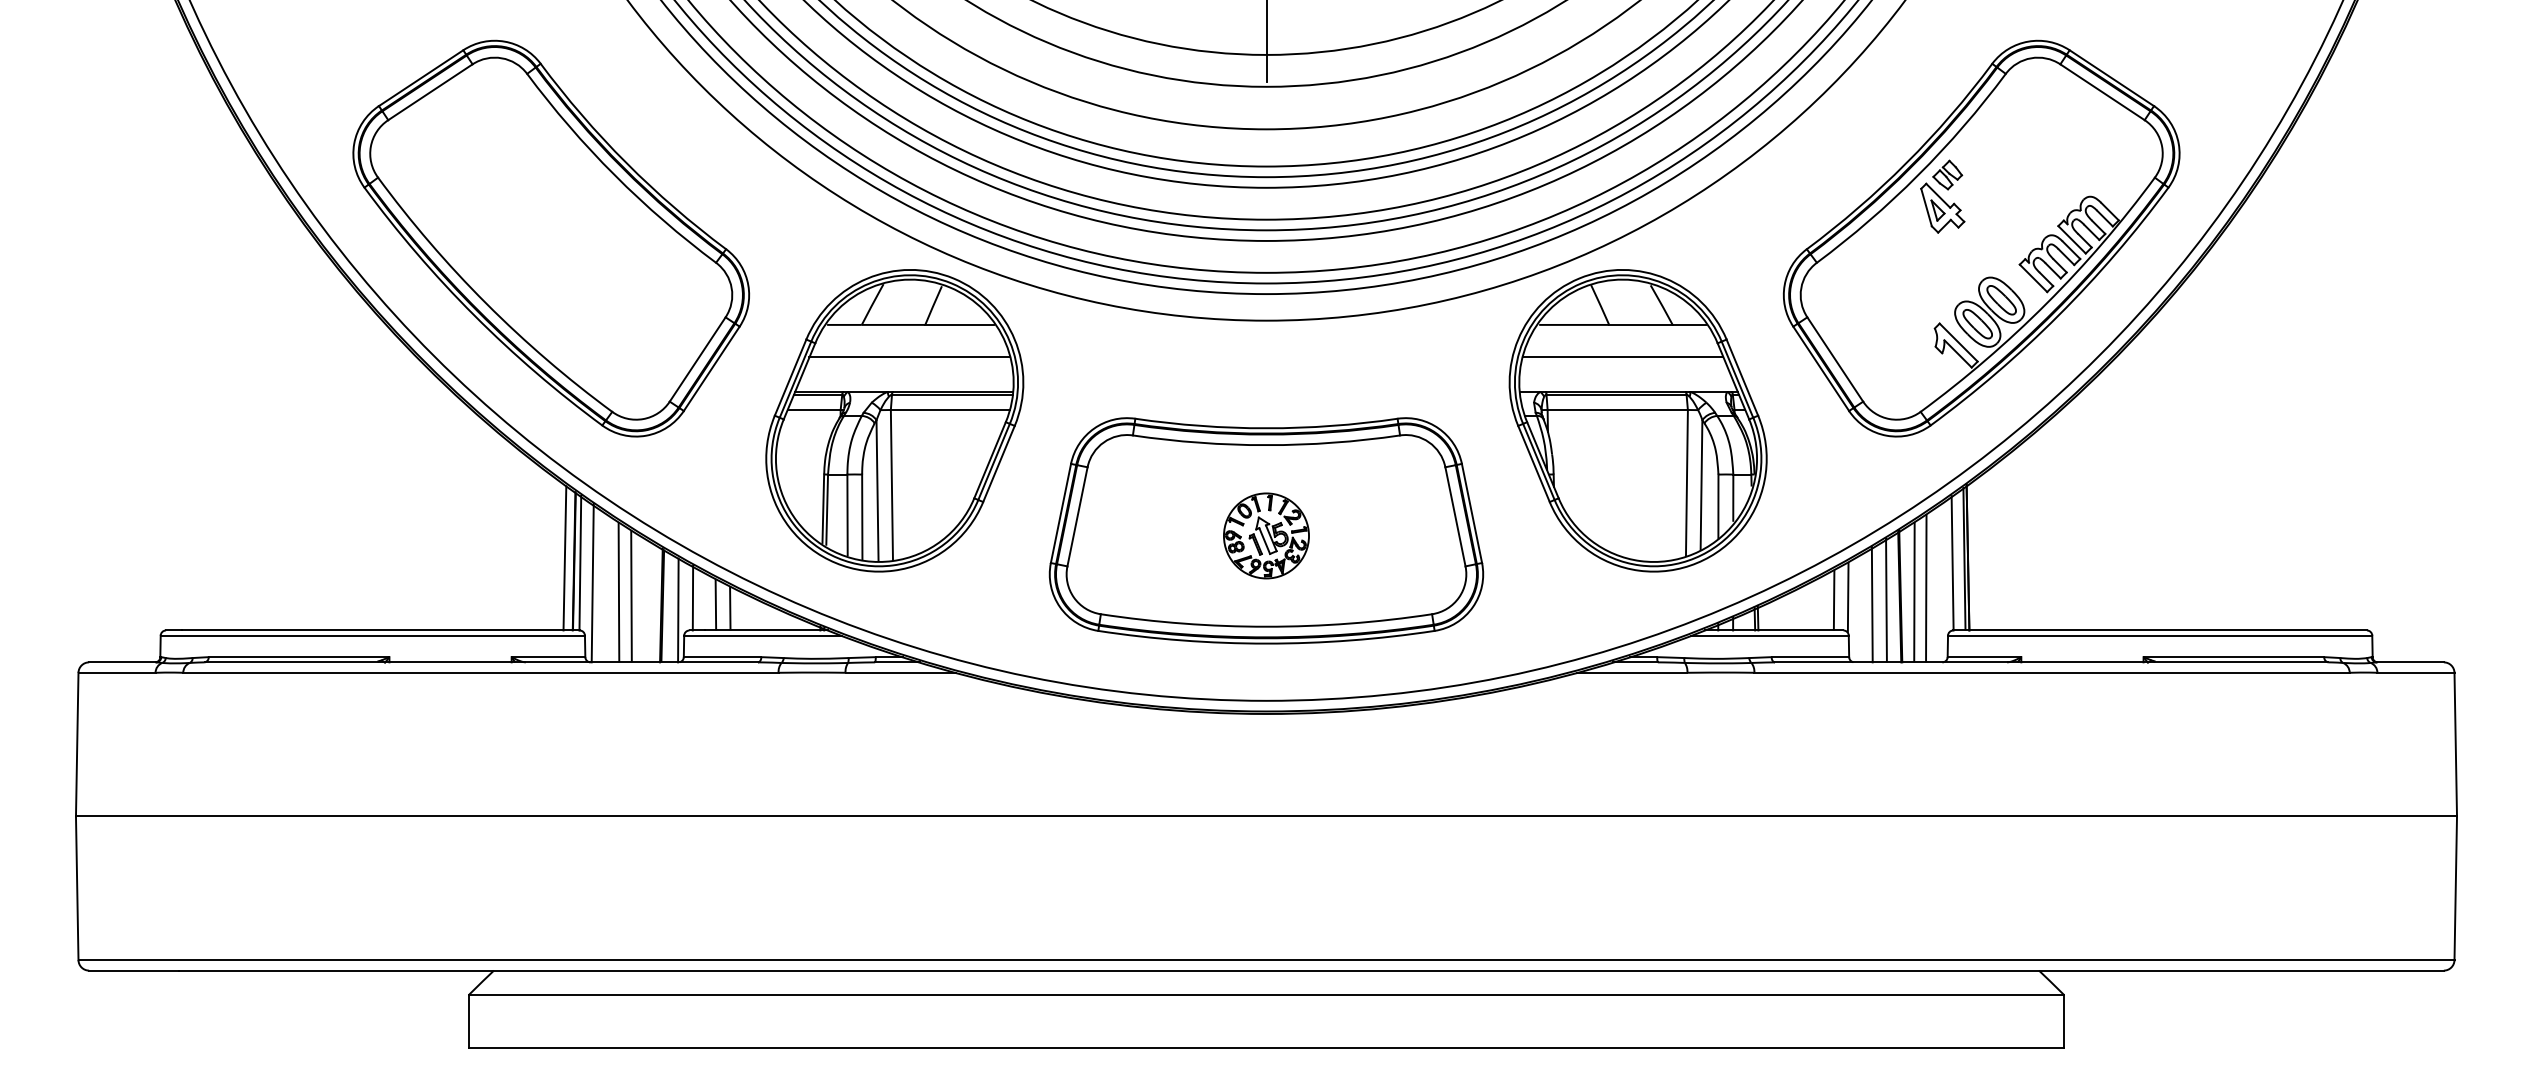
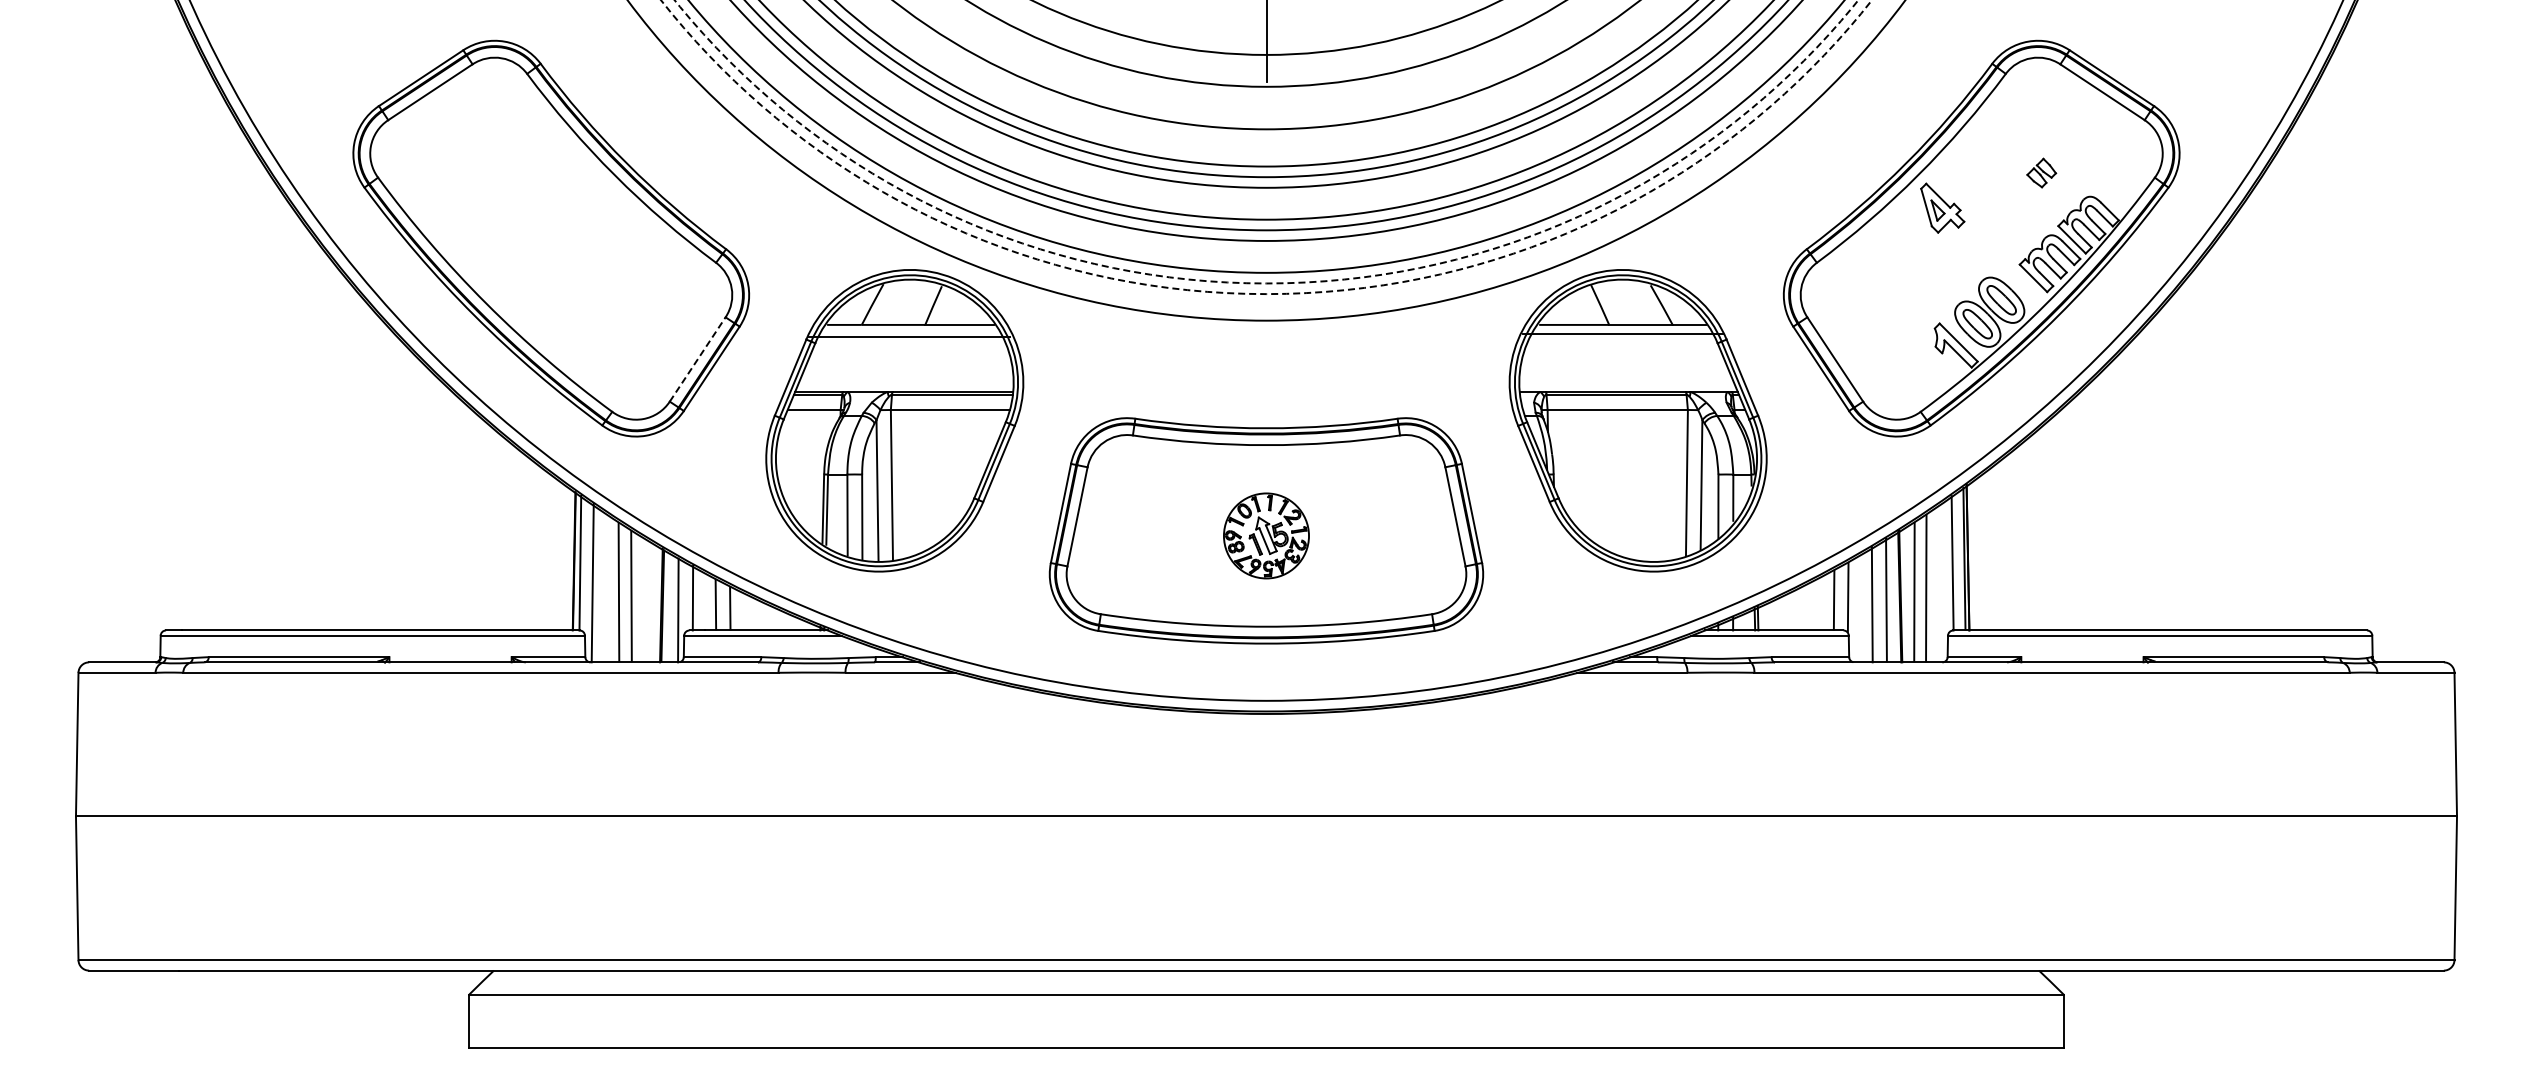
circle at (1266, 141): solid -> dashed
circle at (1266, 147): solid -> dashed
part at (1947, 174) position: (1947, 174) -> (2041, 172)
line at (909, 356) position: (909, 356) -> (909, 336)
line at (1622, 356) position: (1622, 356) -> (1622, 333)
line at (697, 359): solid -> dashed
line at (564, 558): present -> none
